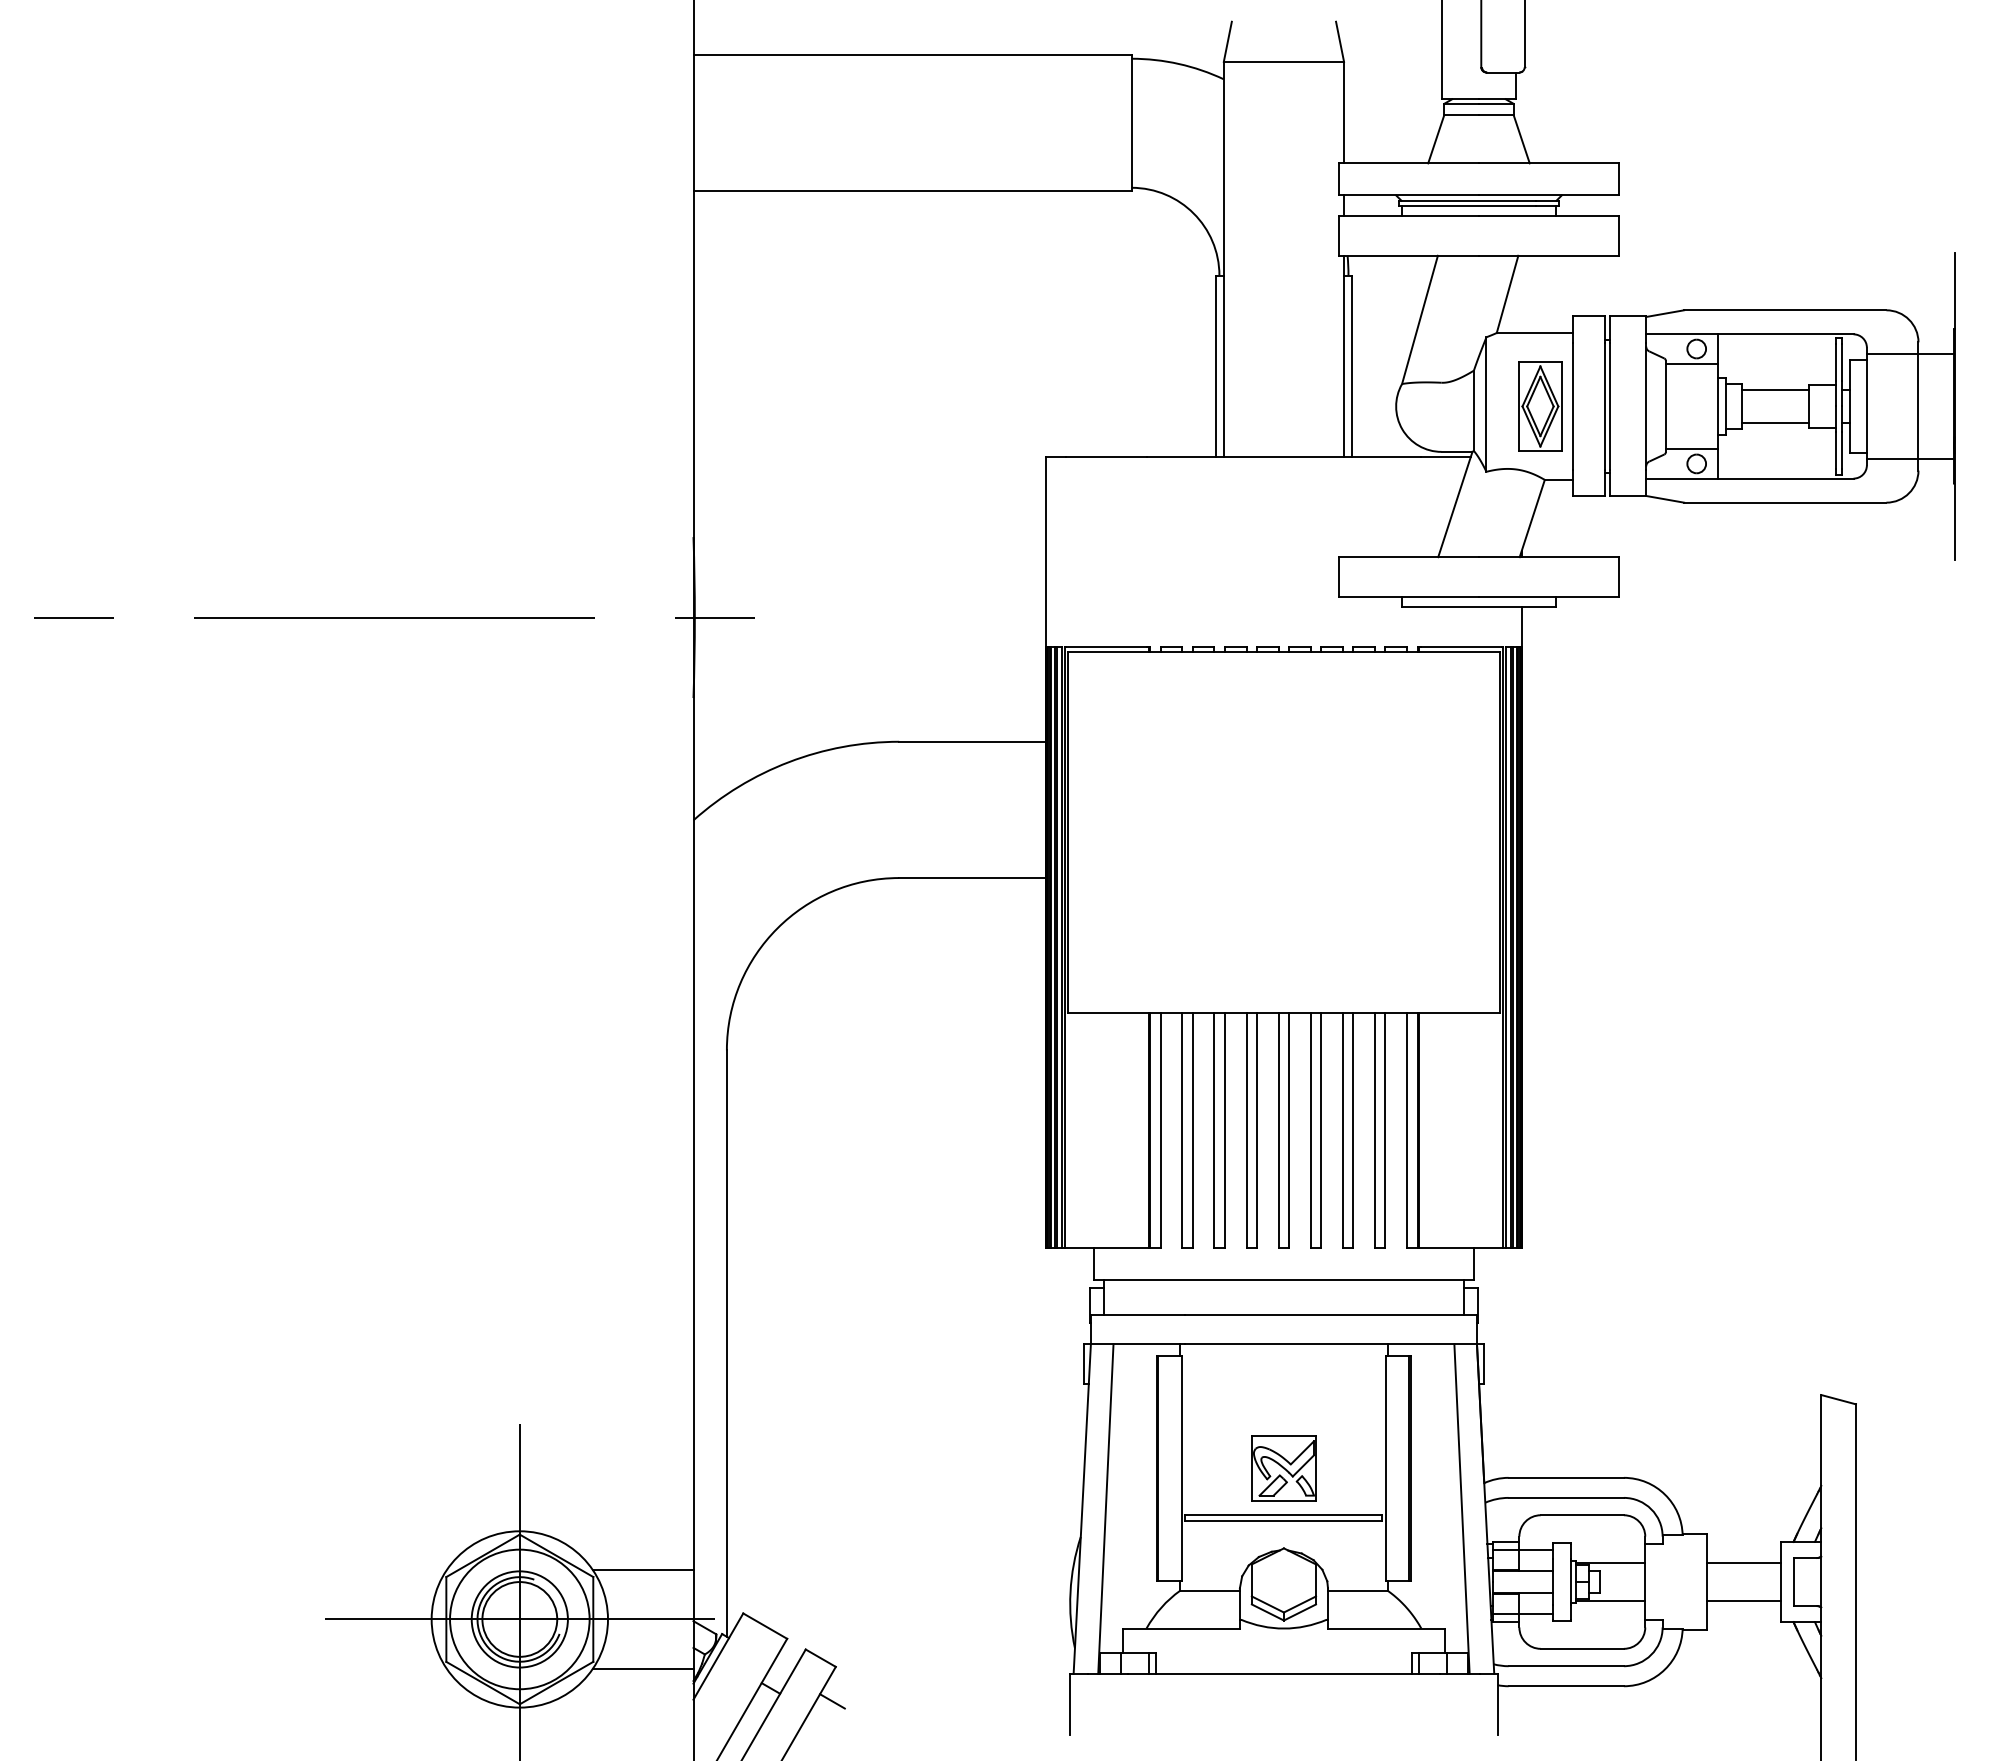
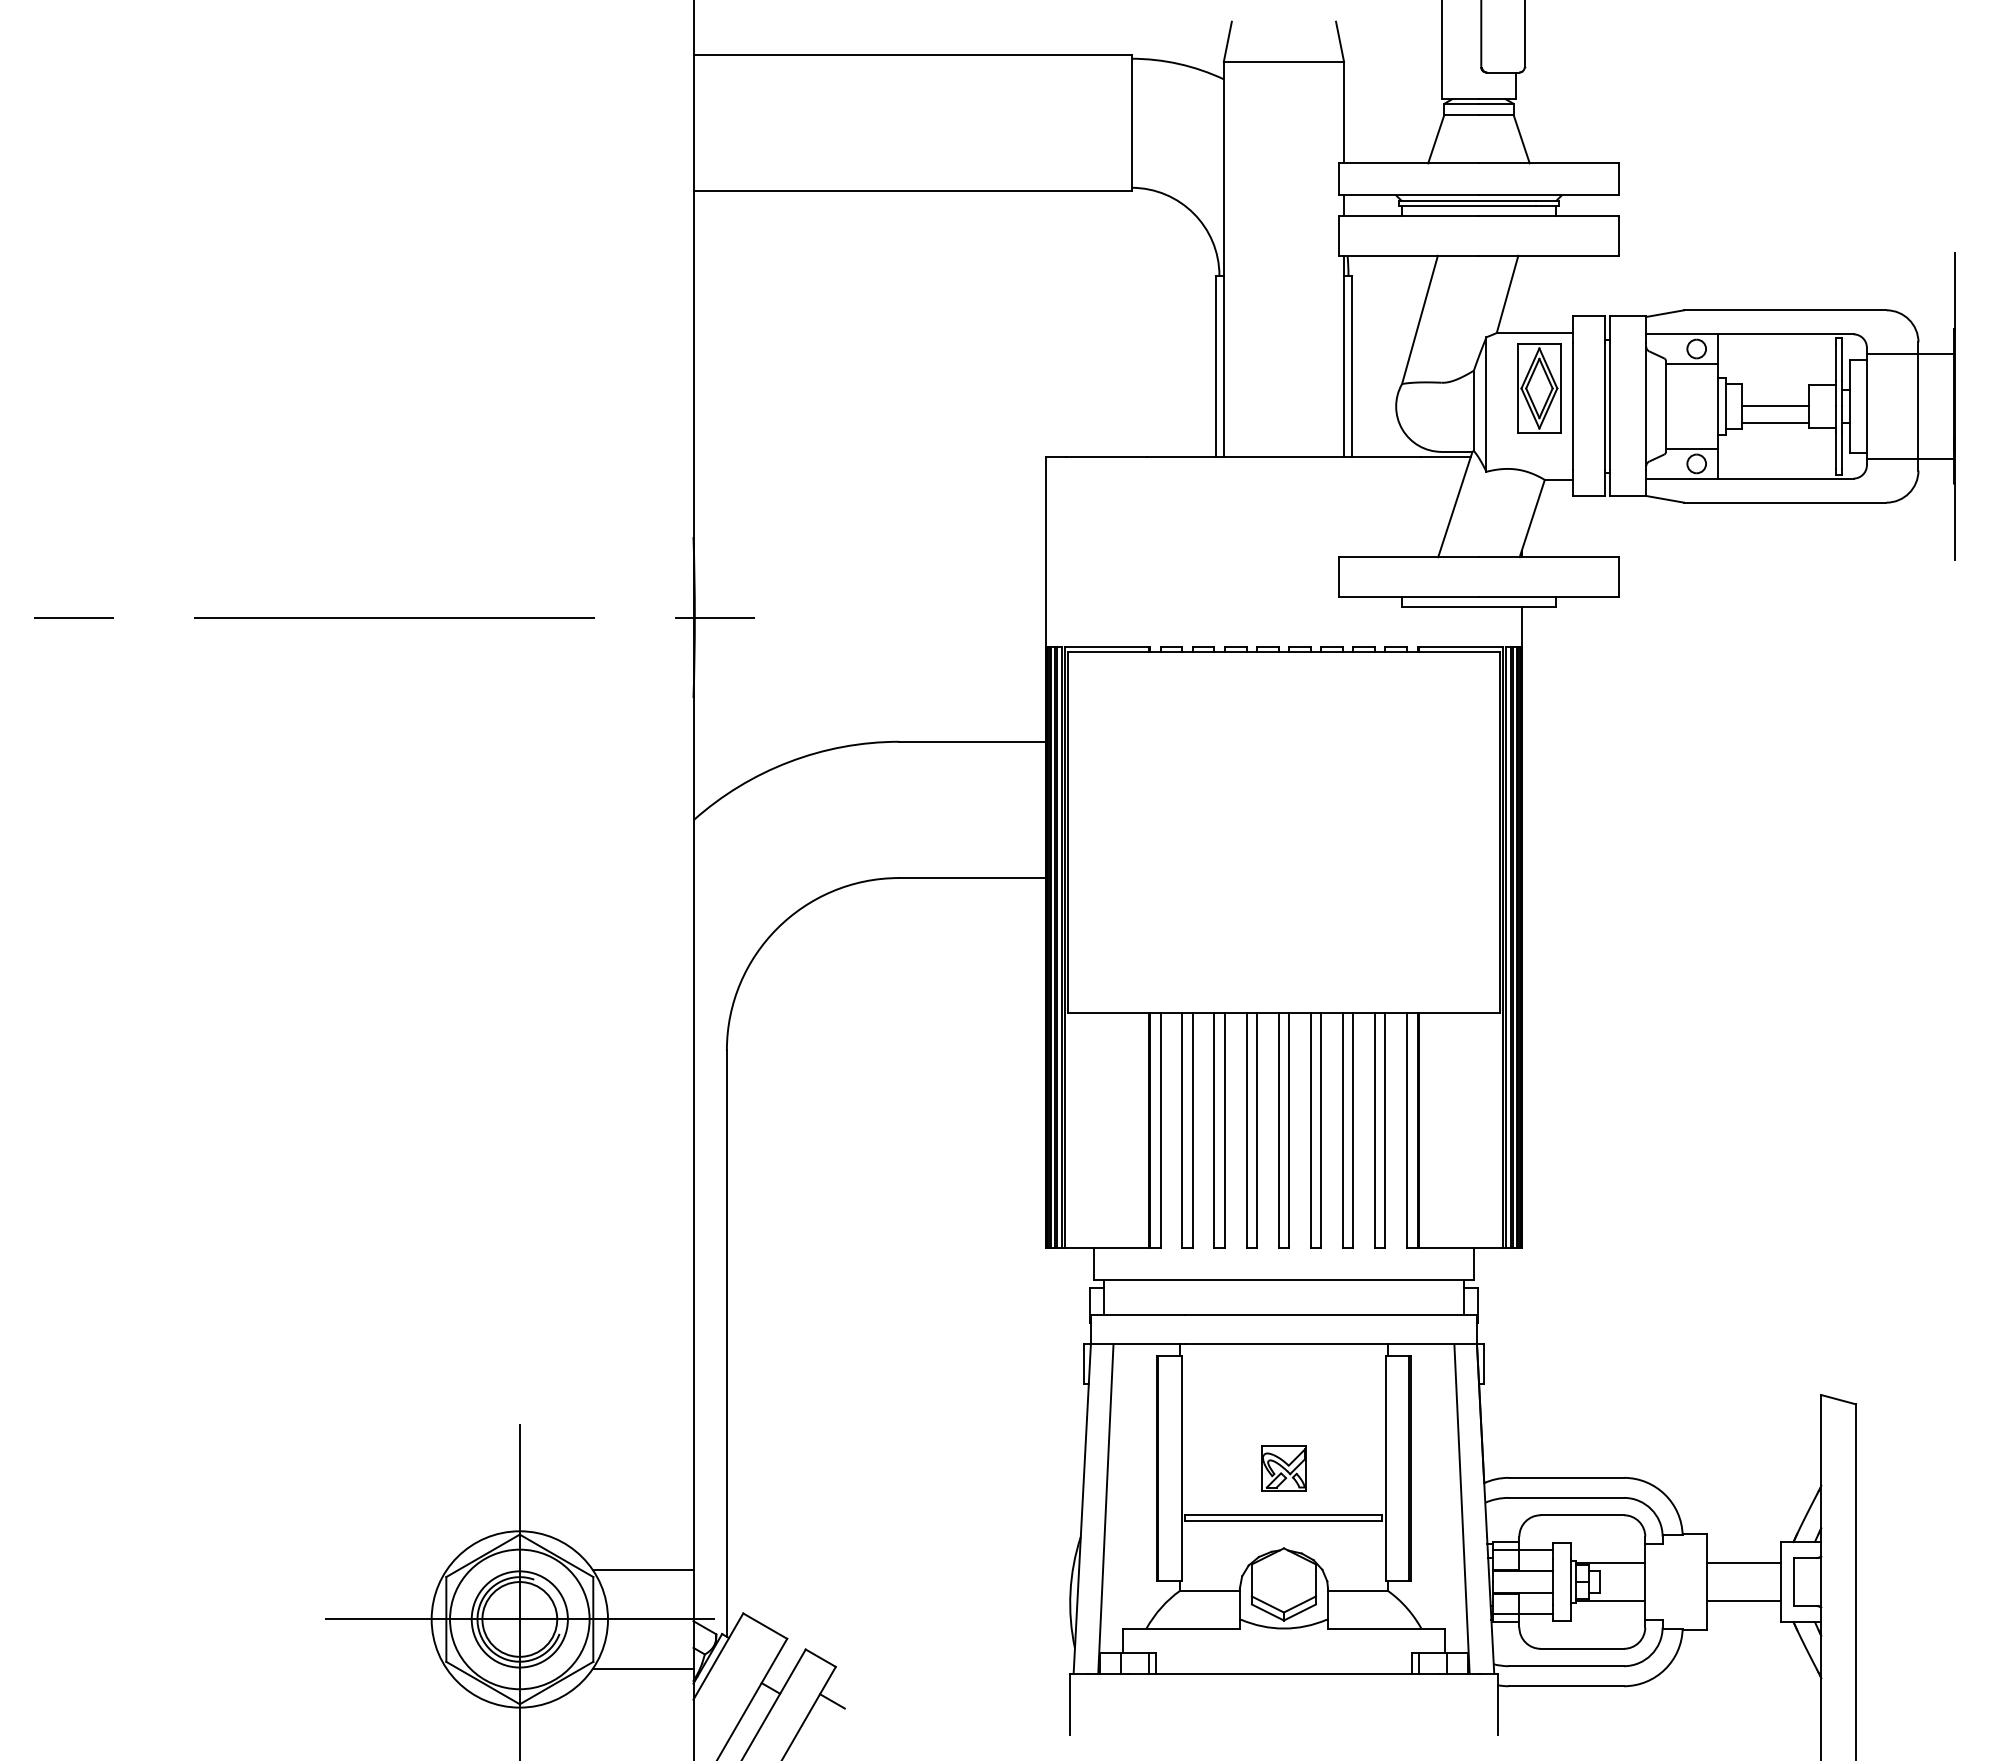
line at (1774, 390) position: (1774, 390) -> (1774, 406)
part at (1540, 406) position: (1540, 406) -> (1539, 388)
part at (1283, 1468) size: 66x67 px -> 46x47 px
